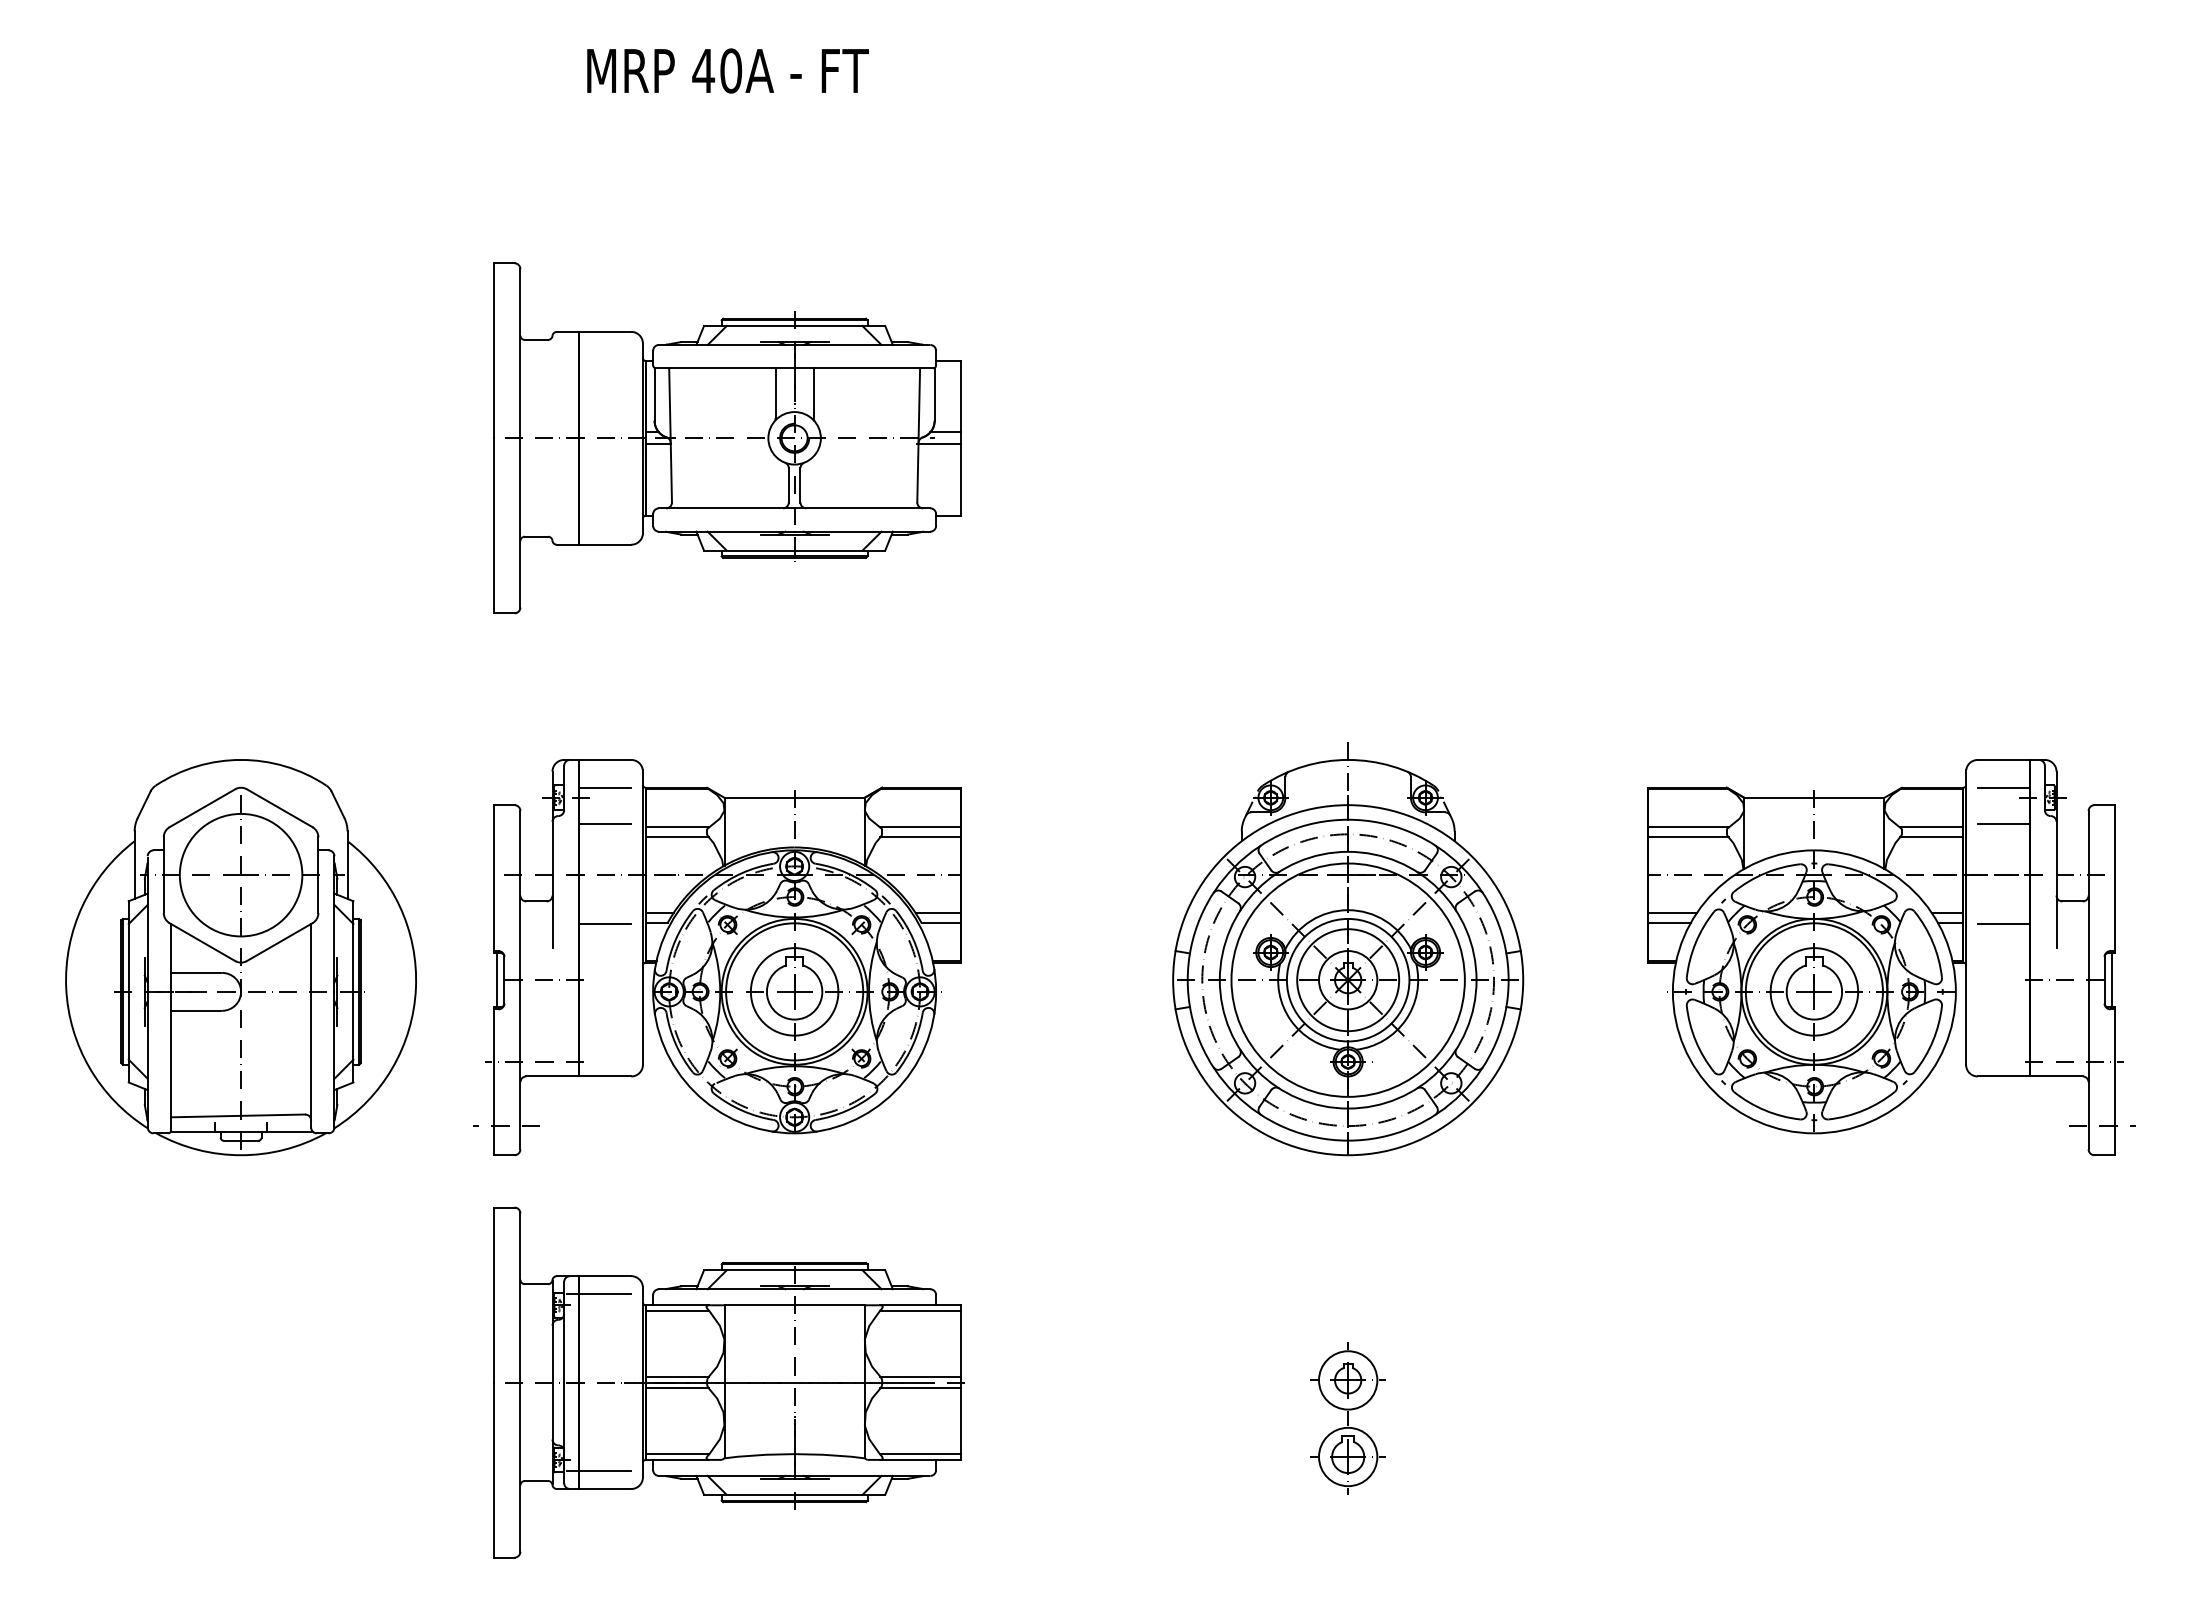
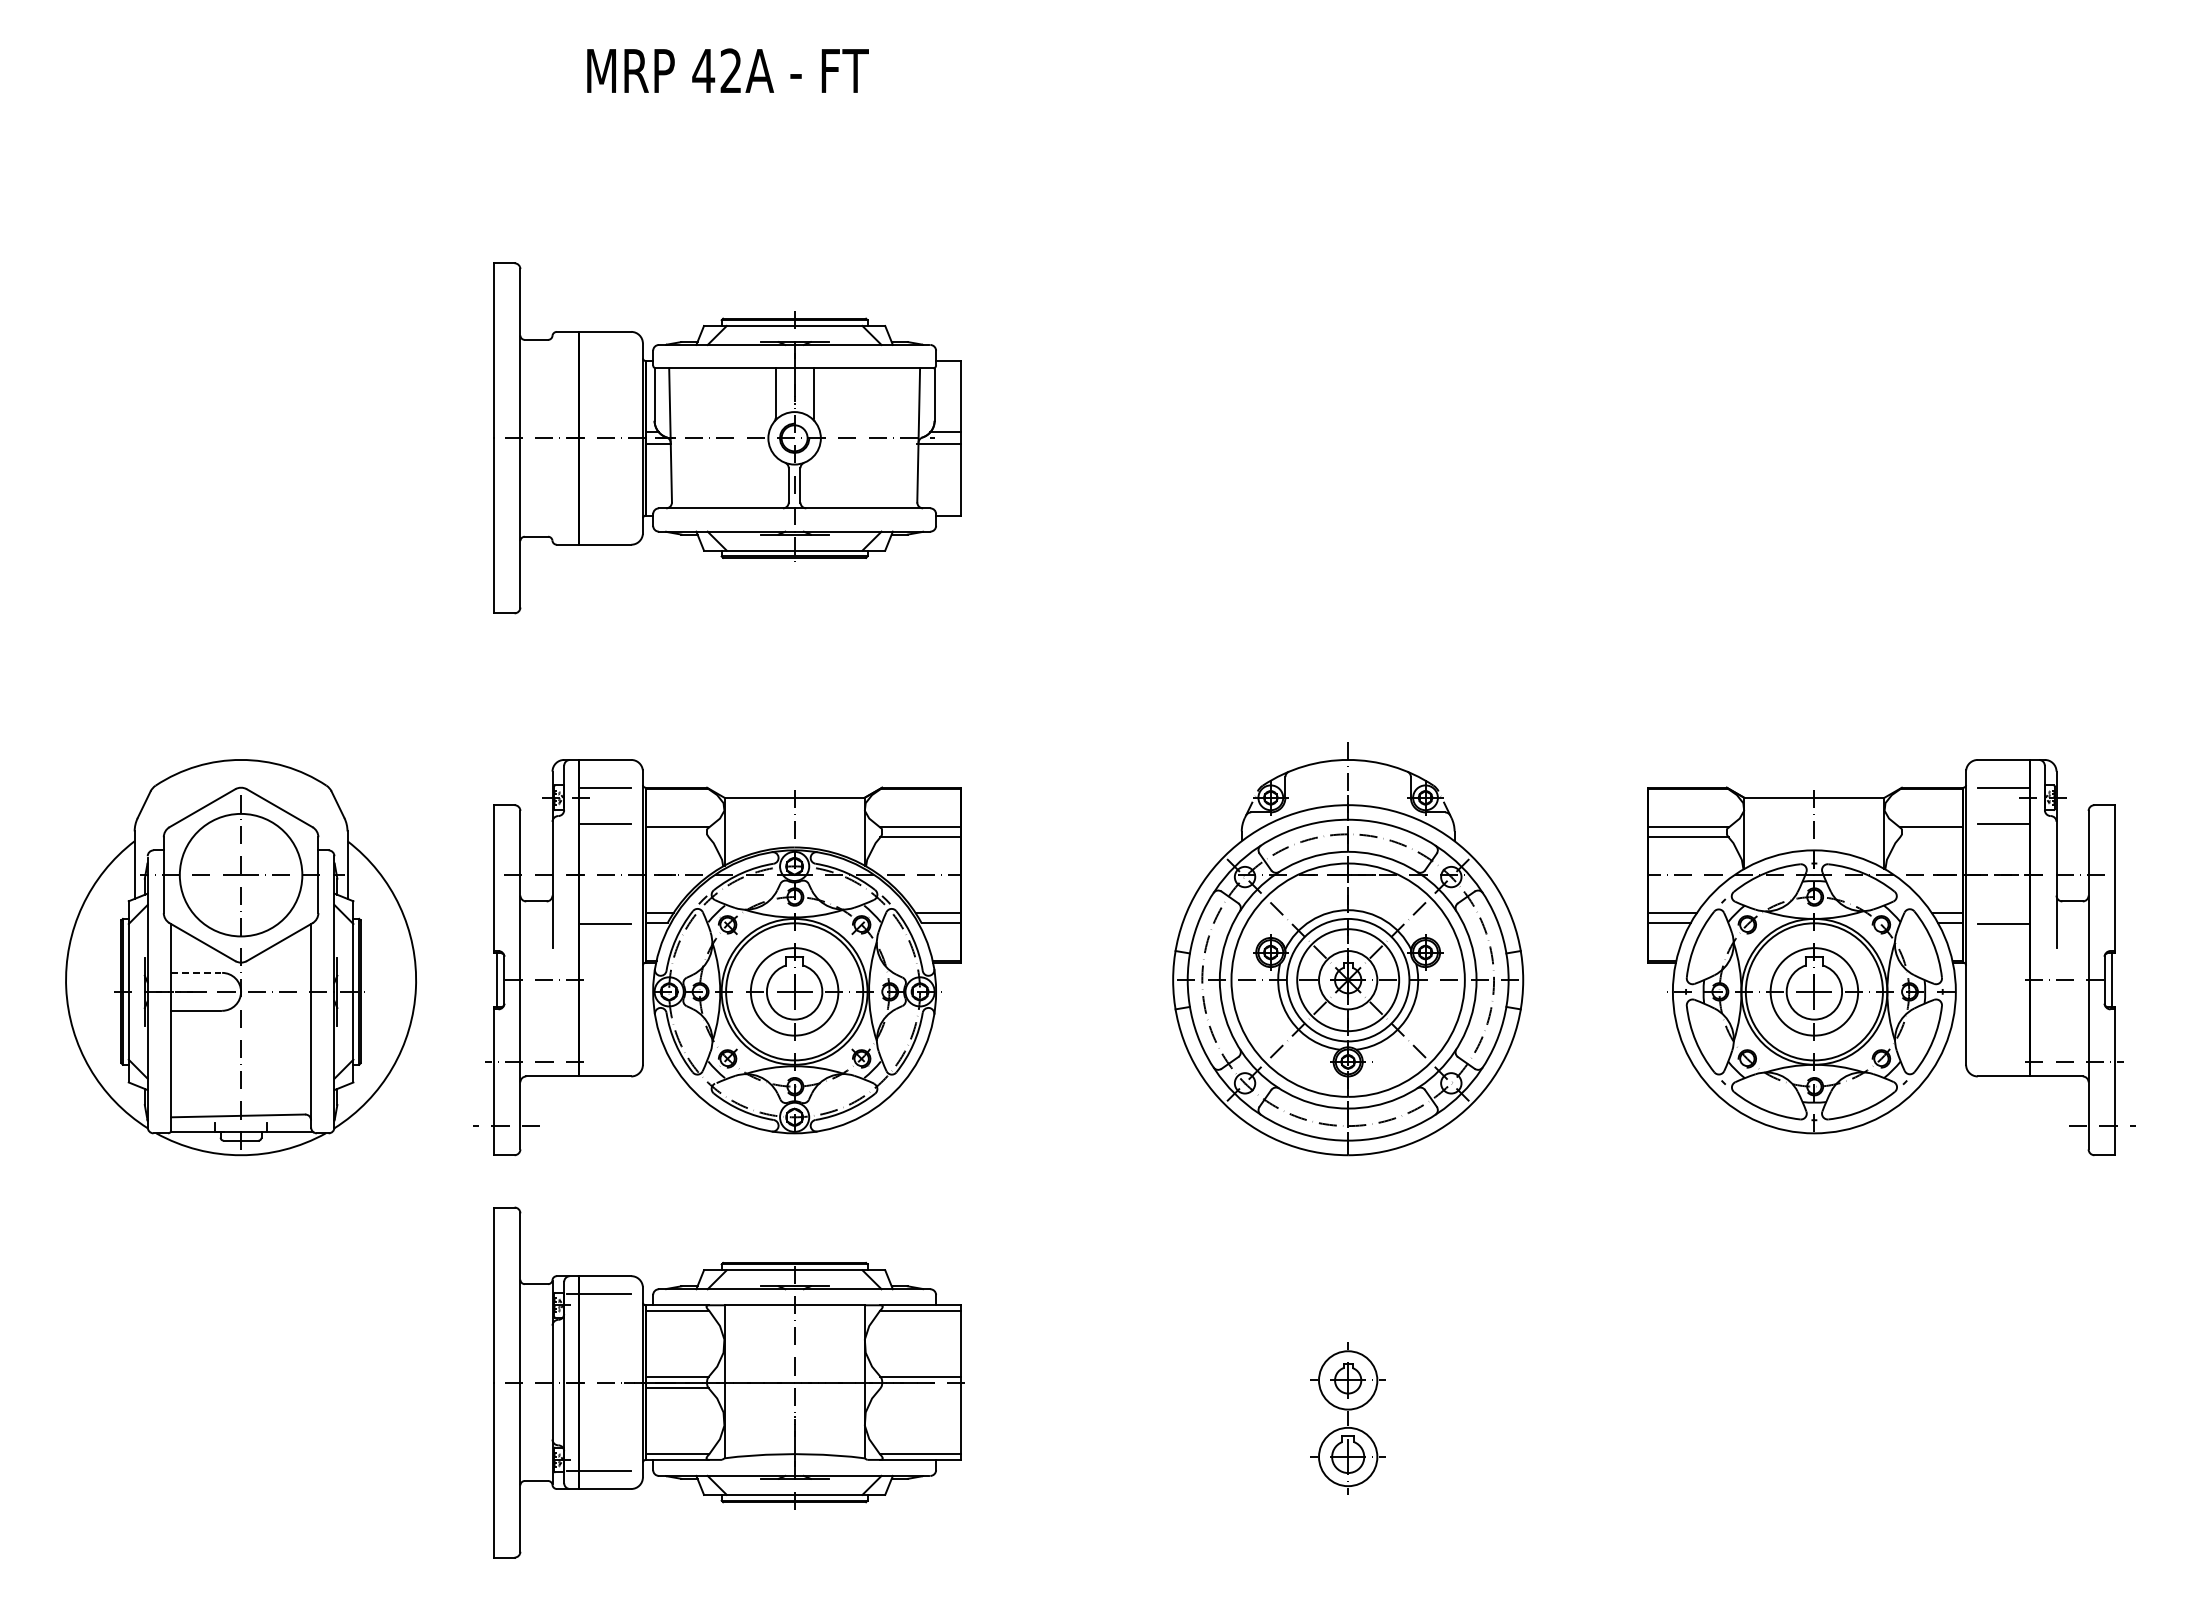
text at (731, 70): 40A -> 42A
line at (676, 837): present -> none
line at (1931, 837): present -> none
line at (195, 972): solid -> dashed
line at (920, 1388): present -> none
